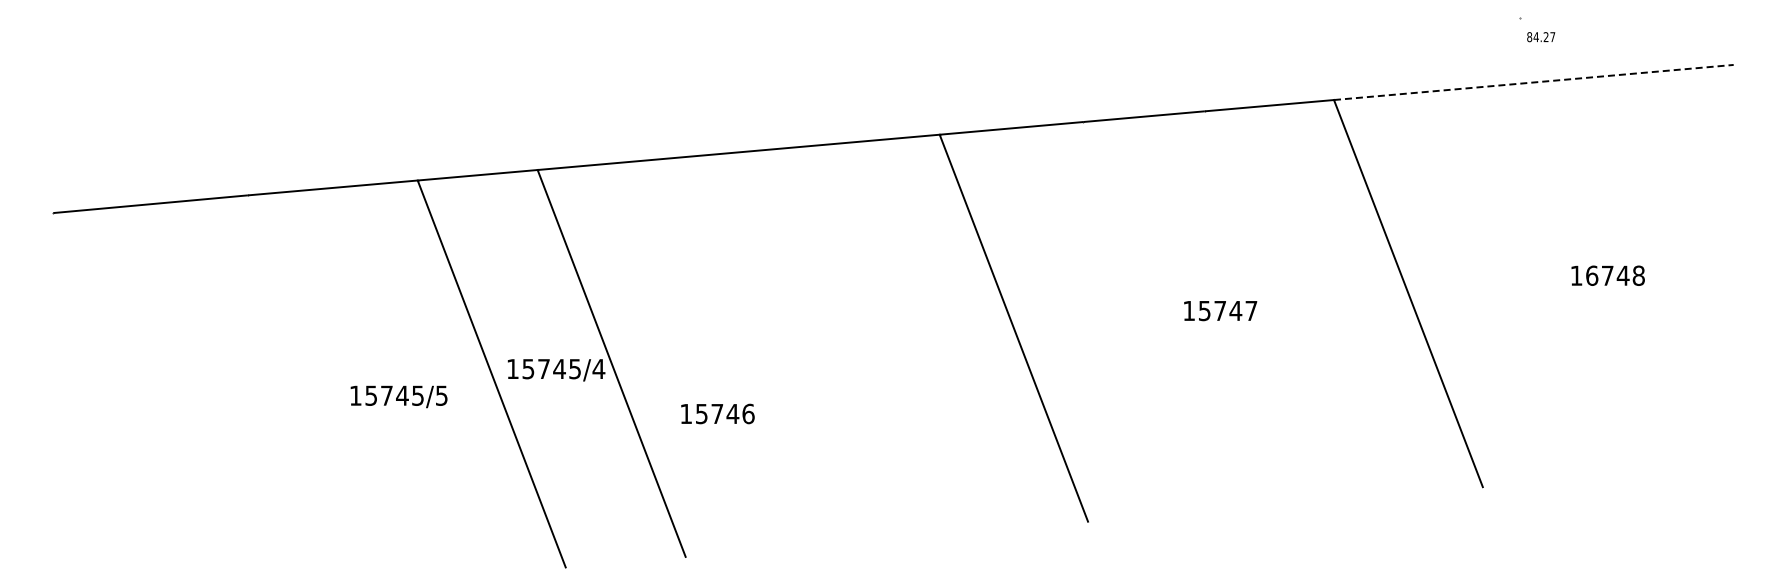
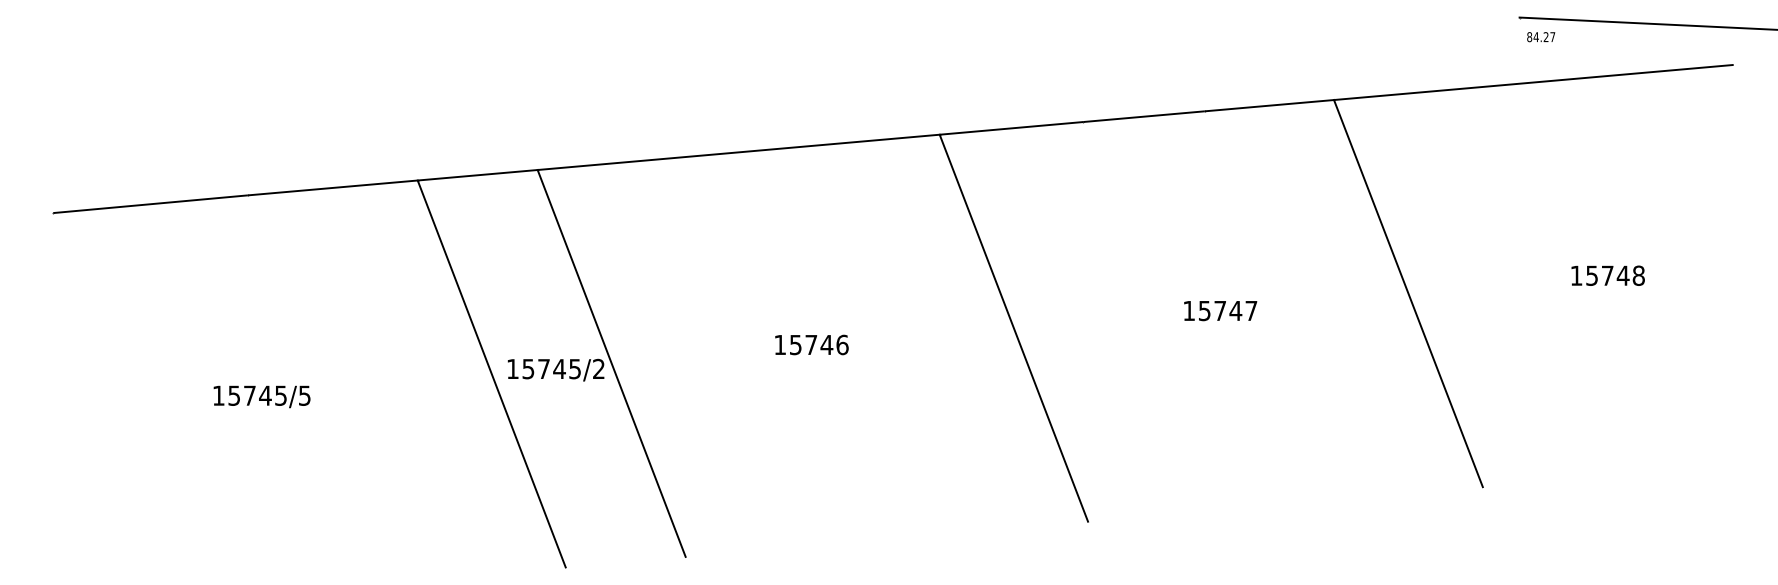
line at (1646, 23): none -> present
line at (1533, 82): dashed -> solid
text at (1592, 275): 16748 -> 15748
text at (598, 368): 15745/4 -> 15745/2
text at (398, 396) position: (398, 396) -> (261, 396)
text at (717, 413) position: (717, 413) -> (811, 344)
